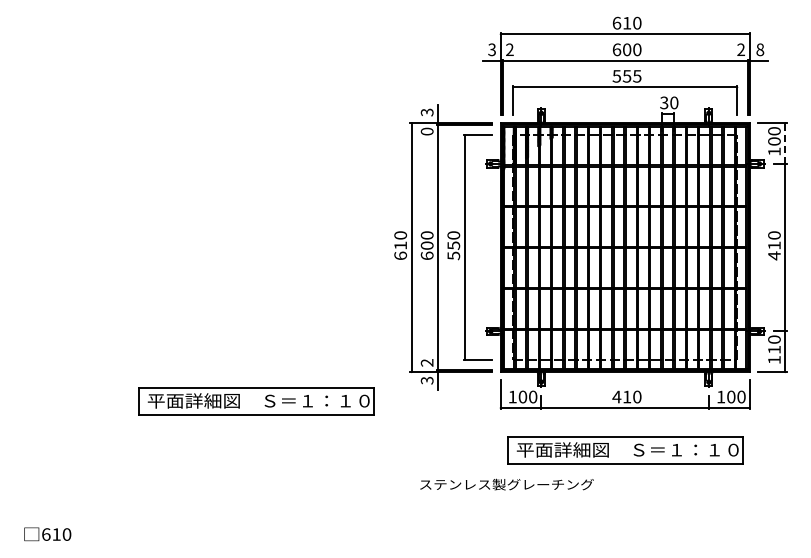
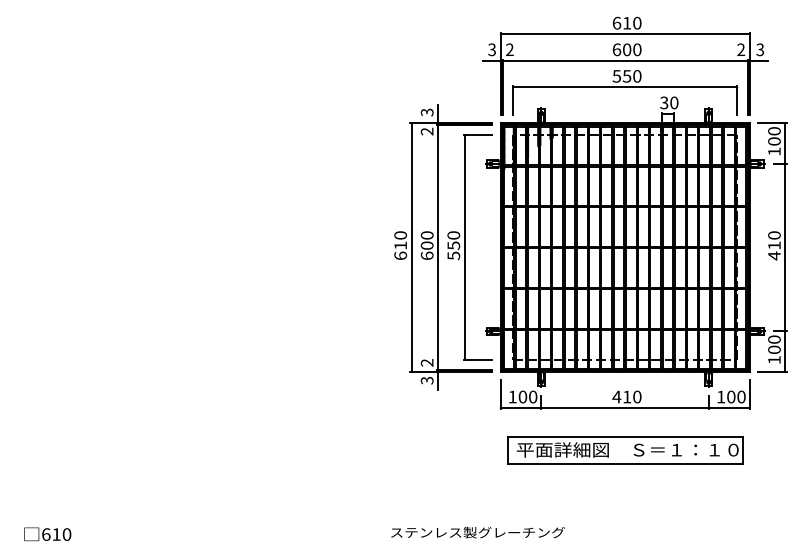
text at (760, 49): 8 -> 3
text at (637, 76): 555 -> 550
text at (427, 131): 0 -> 2
line at (785, 143): dashed -> solid
text at (774, 349): 110 -> 100
part at (256, 401): present -> none
text at (506, 484) position: (506, 484) -> (477, 532)
